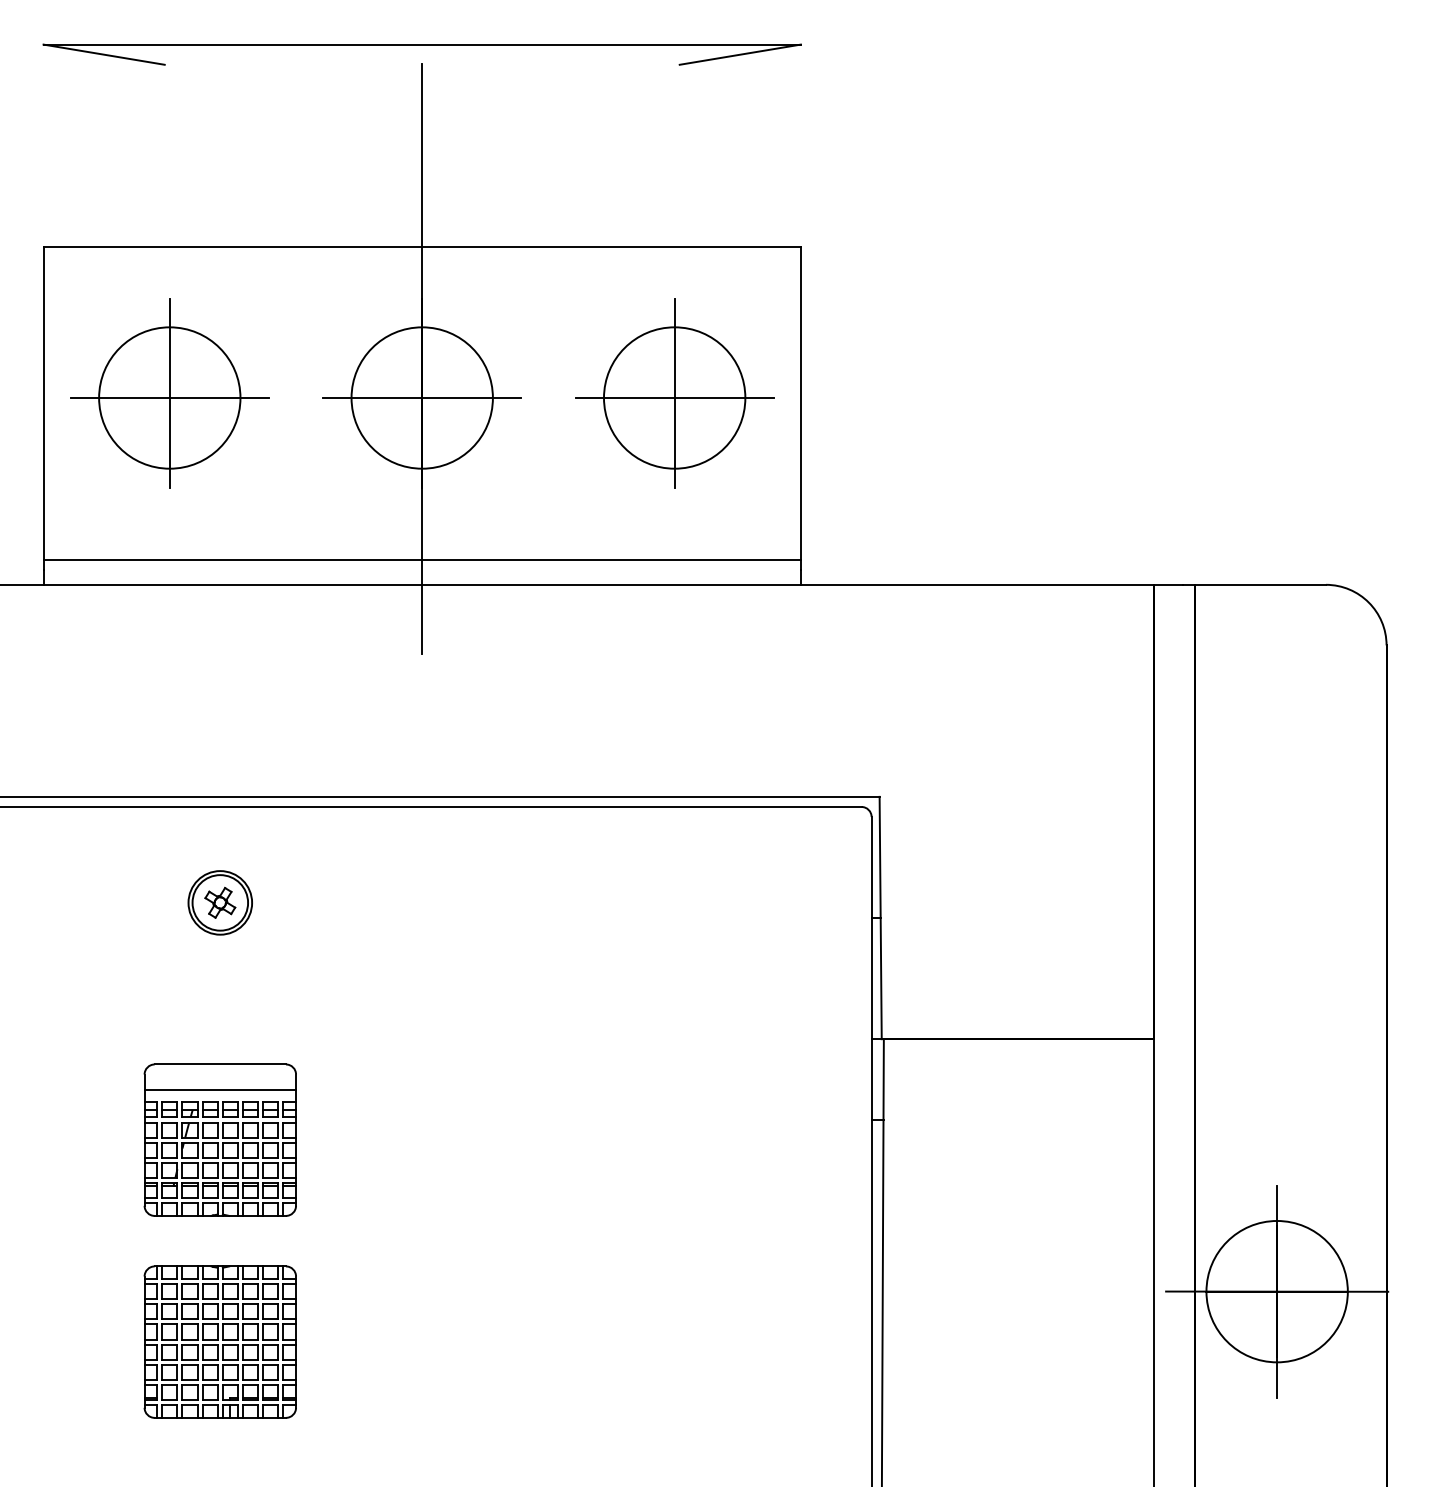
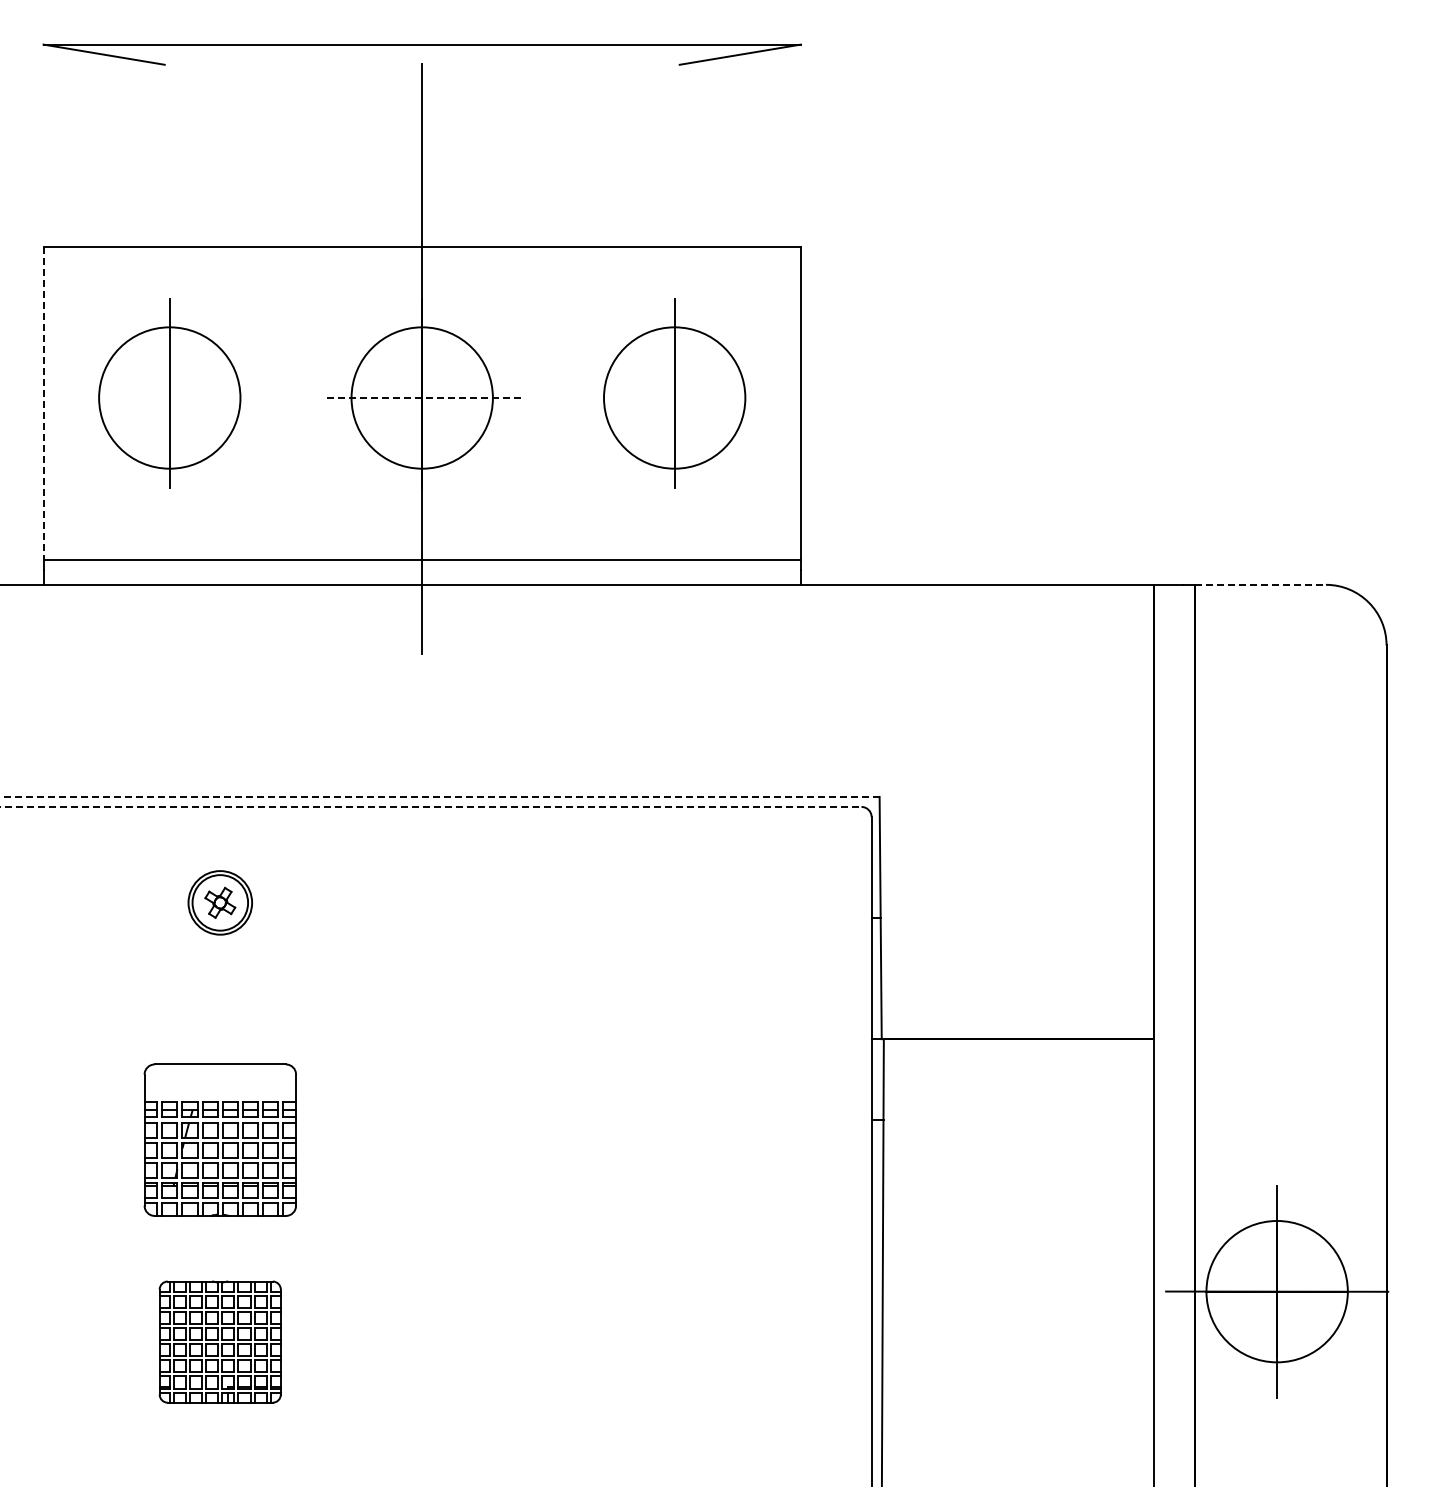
line at (169, 398): present -> none
line at (422, 398): solid -> dashed
line at (674, 398): present -> none
line at (43, 403): solid -> dashed
line at (1260, 584): solid -> dashed
line at (439, 796): solid -> dashed
line at (430, 806): solid -> dashed
line at (220, 1089): present -> none
part at (219, 1341) size: 154x154 px -> 124x124 px
